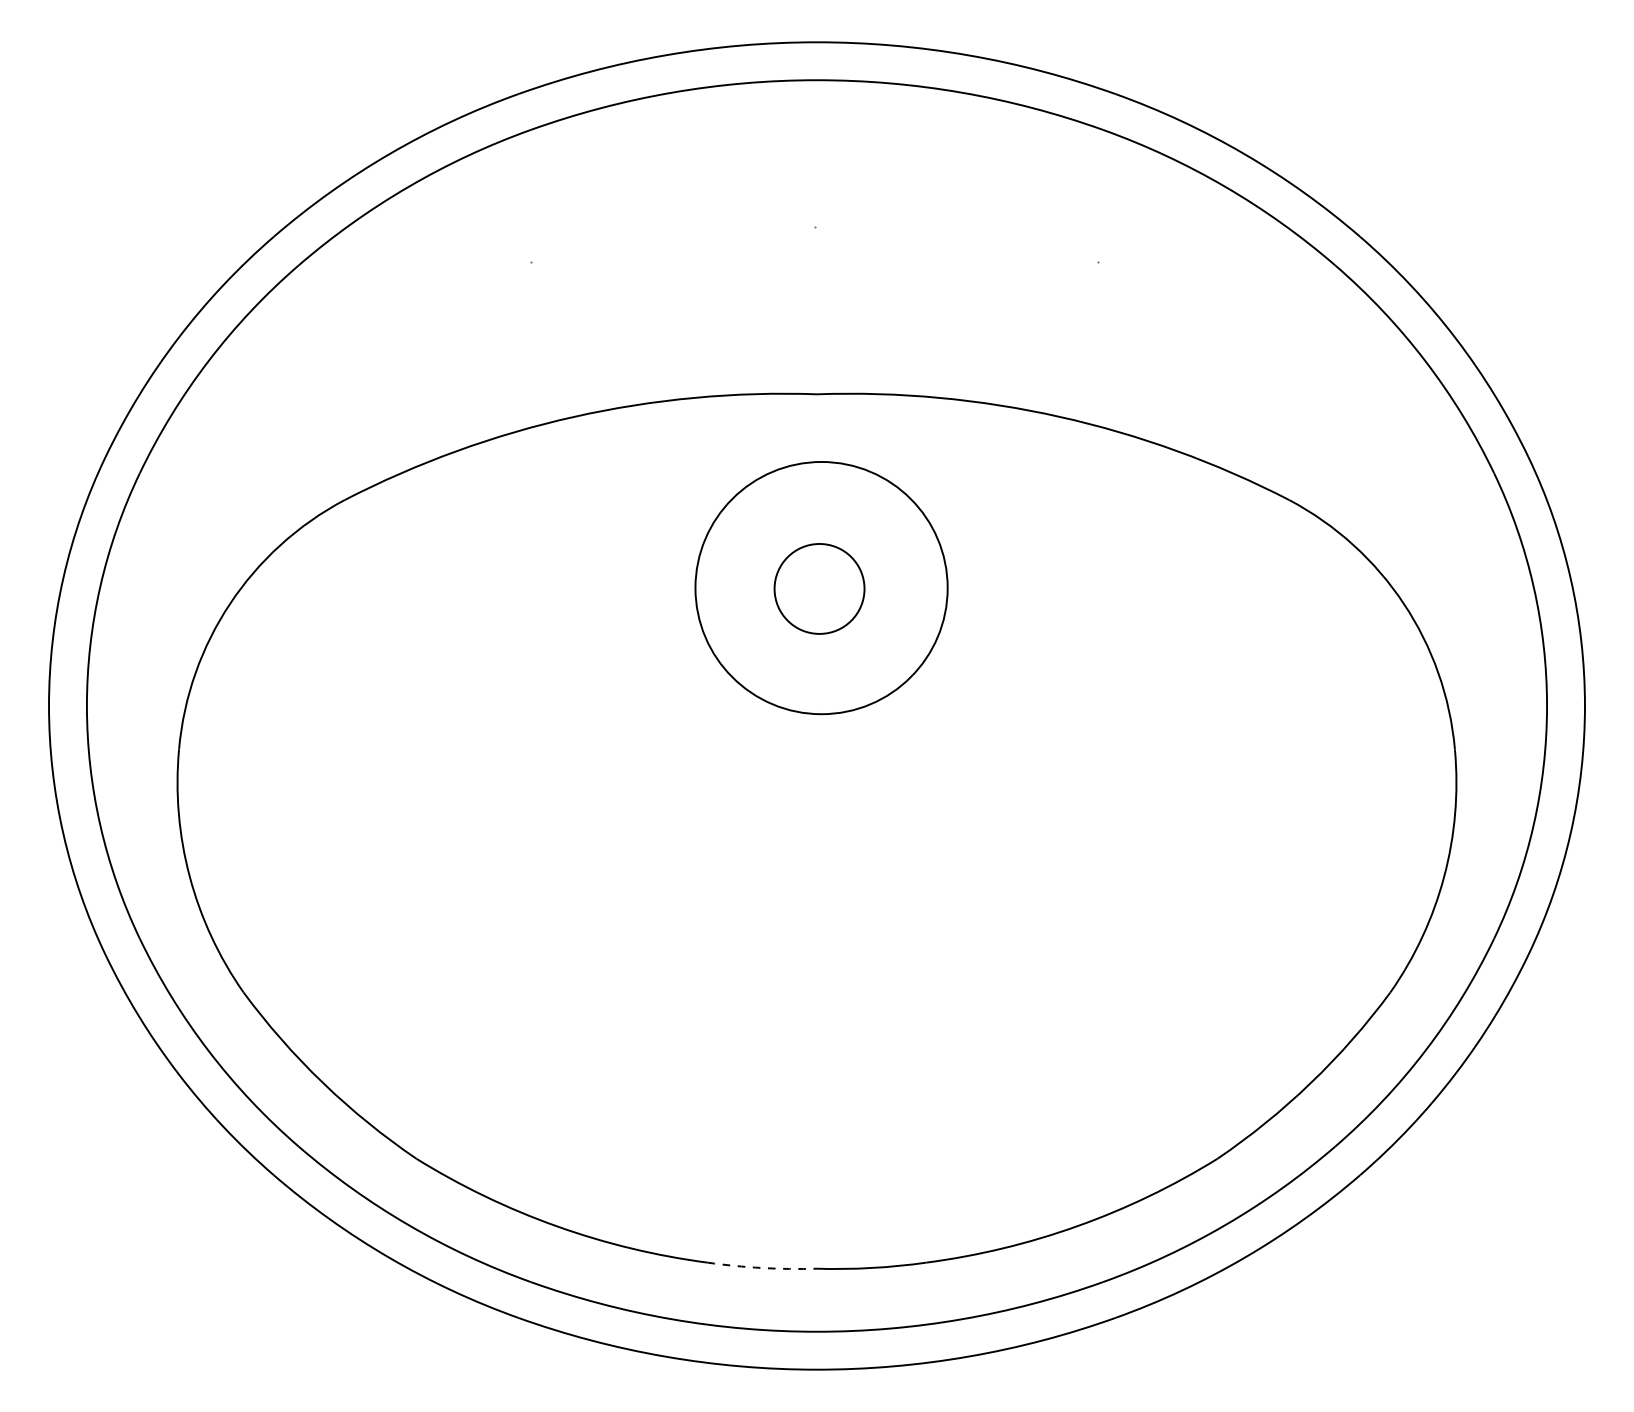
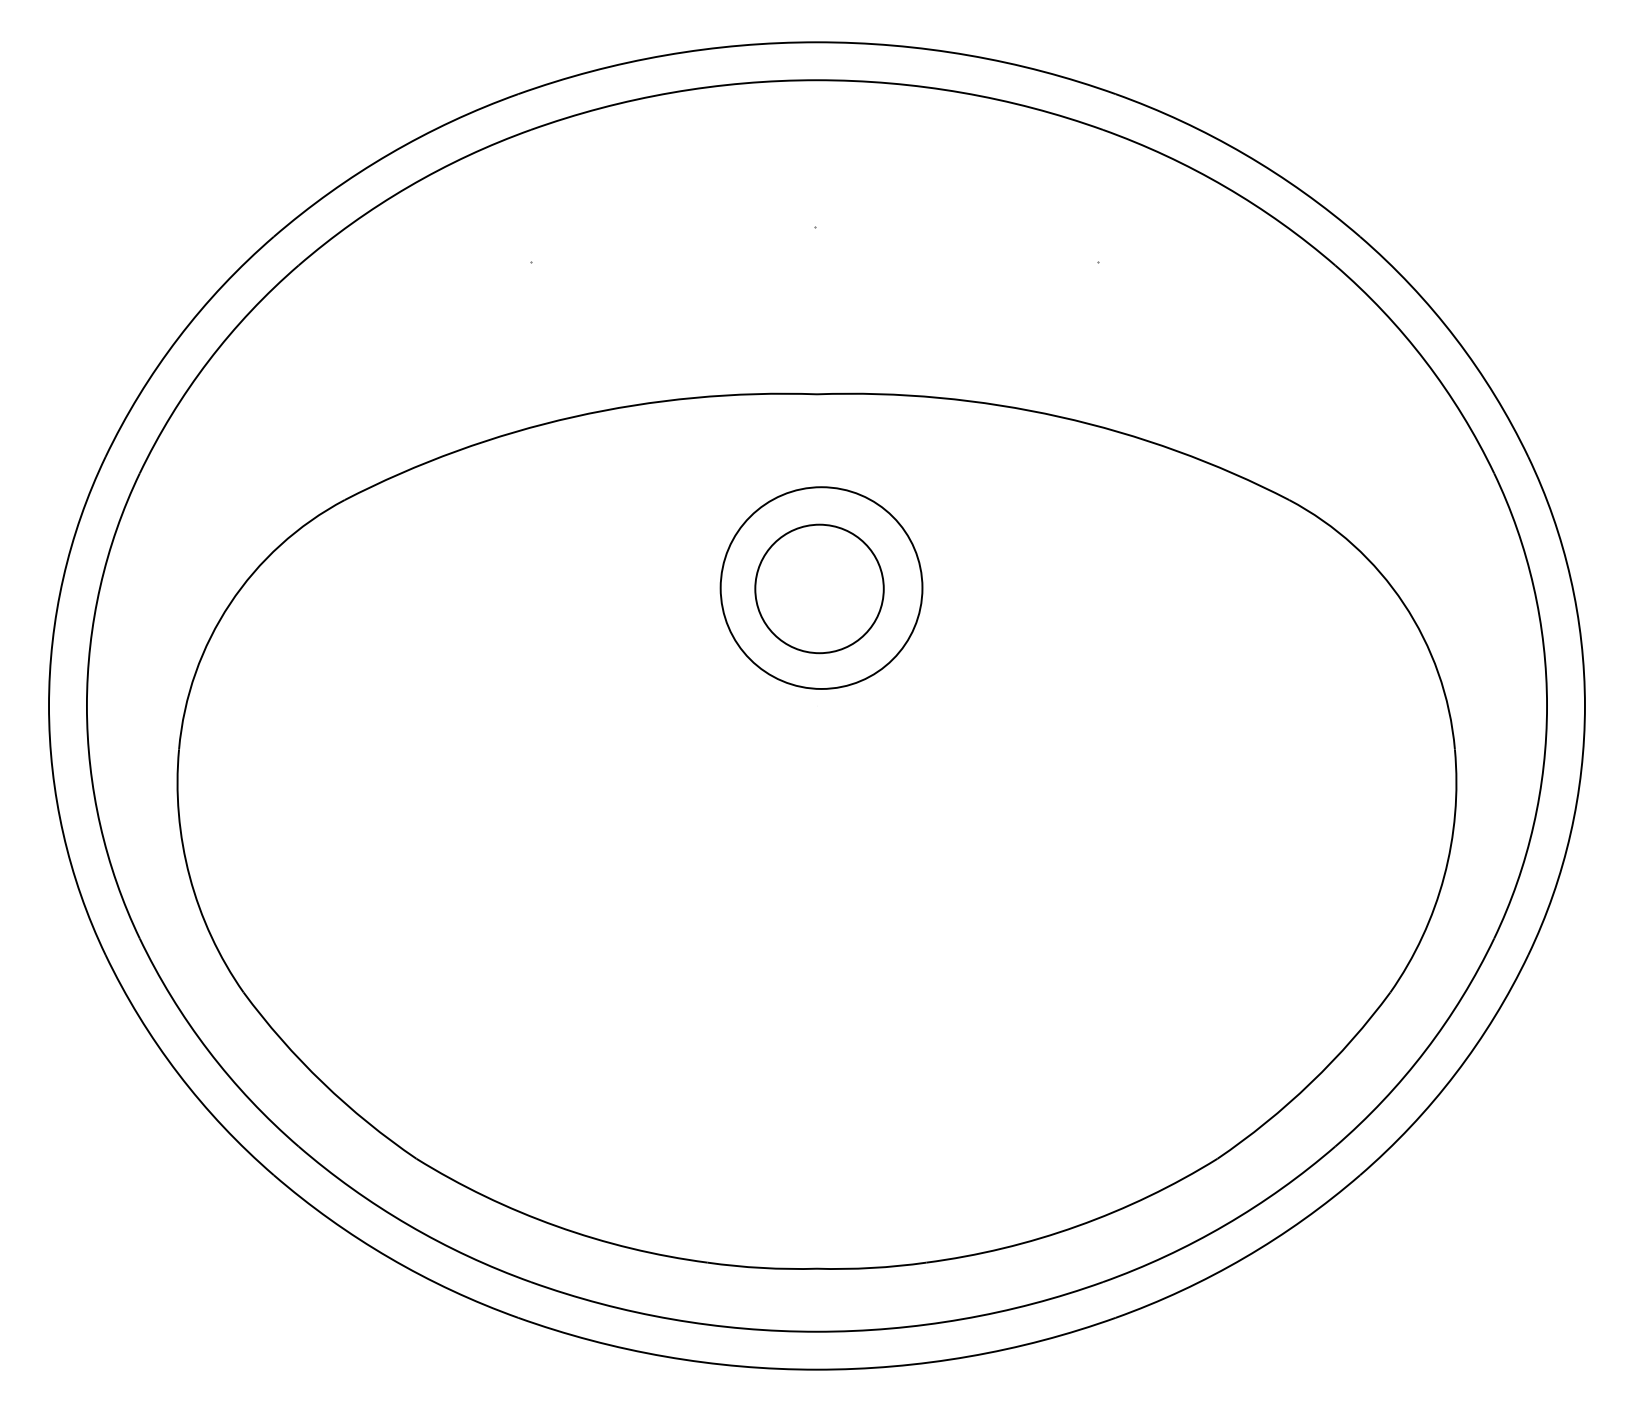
circle at (821, 587) diameter: 252 px -> 202 px
circle at (819, 588) diameter: 90 px -> 128 px
arc at (762, 1268): dashed -> solid
